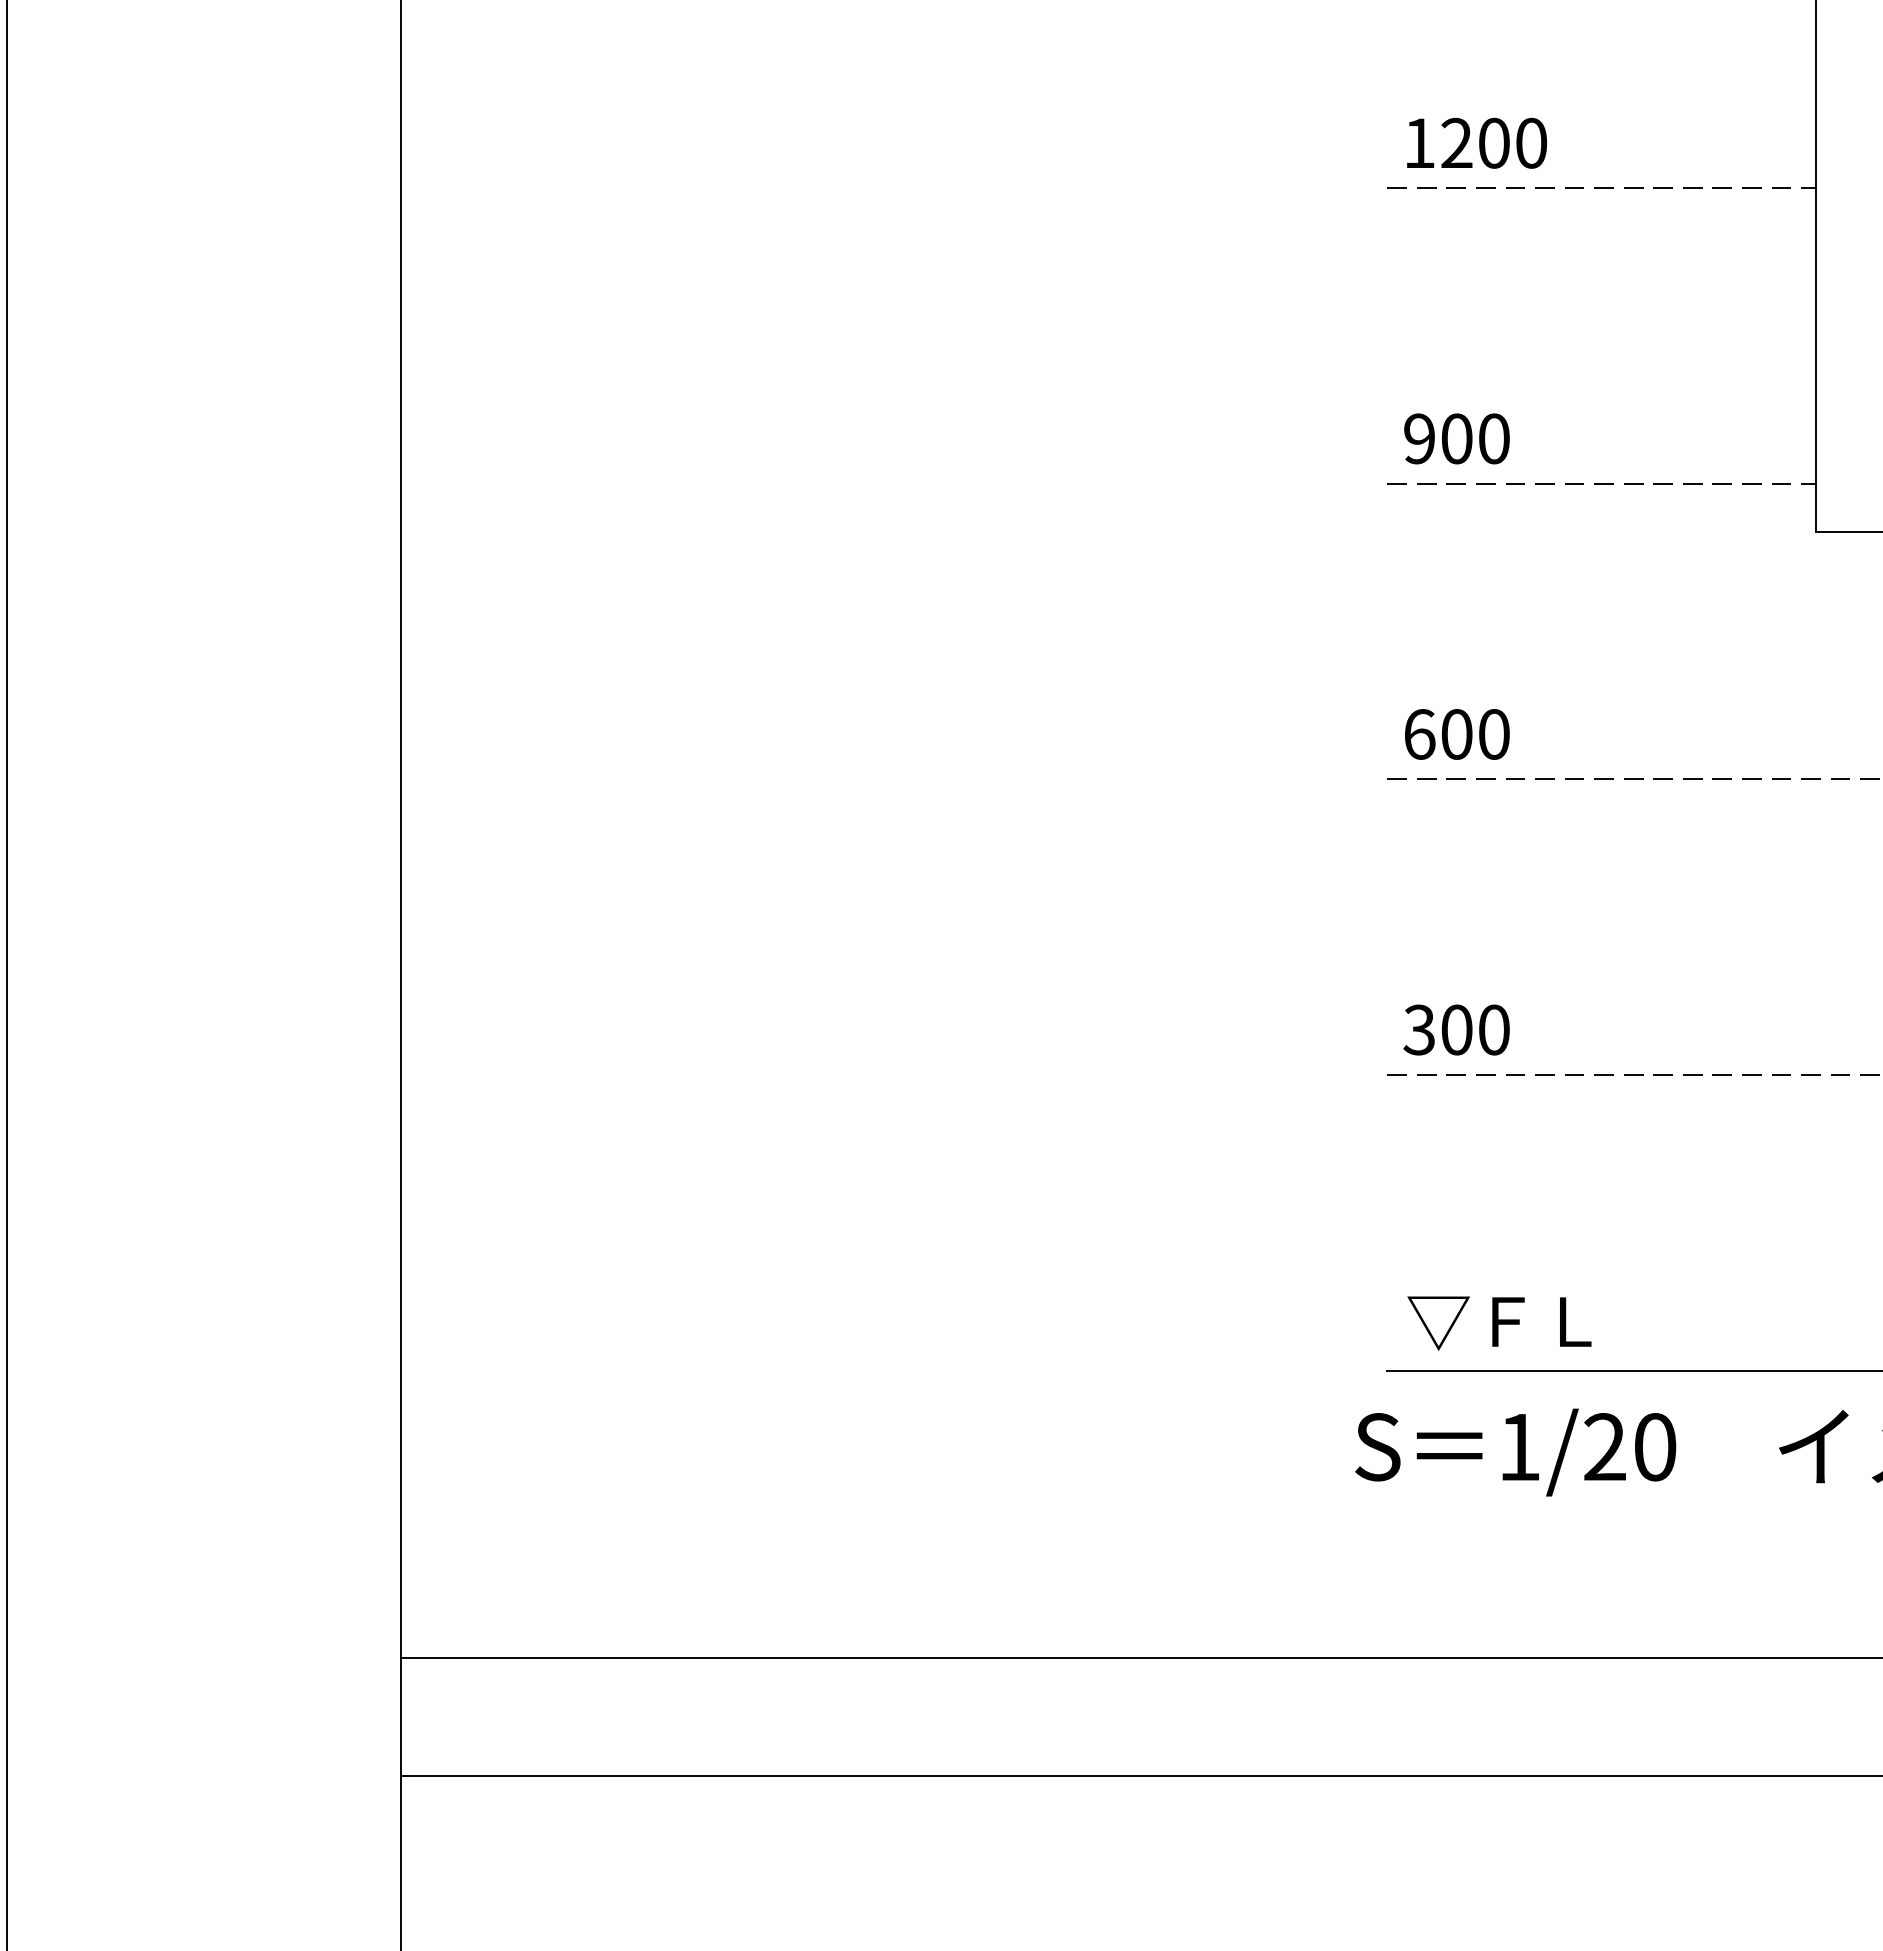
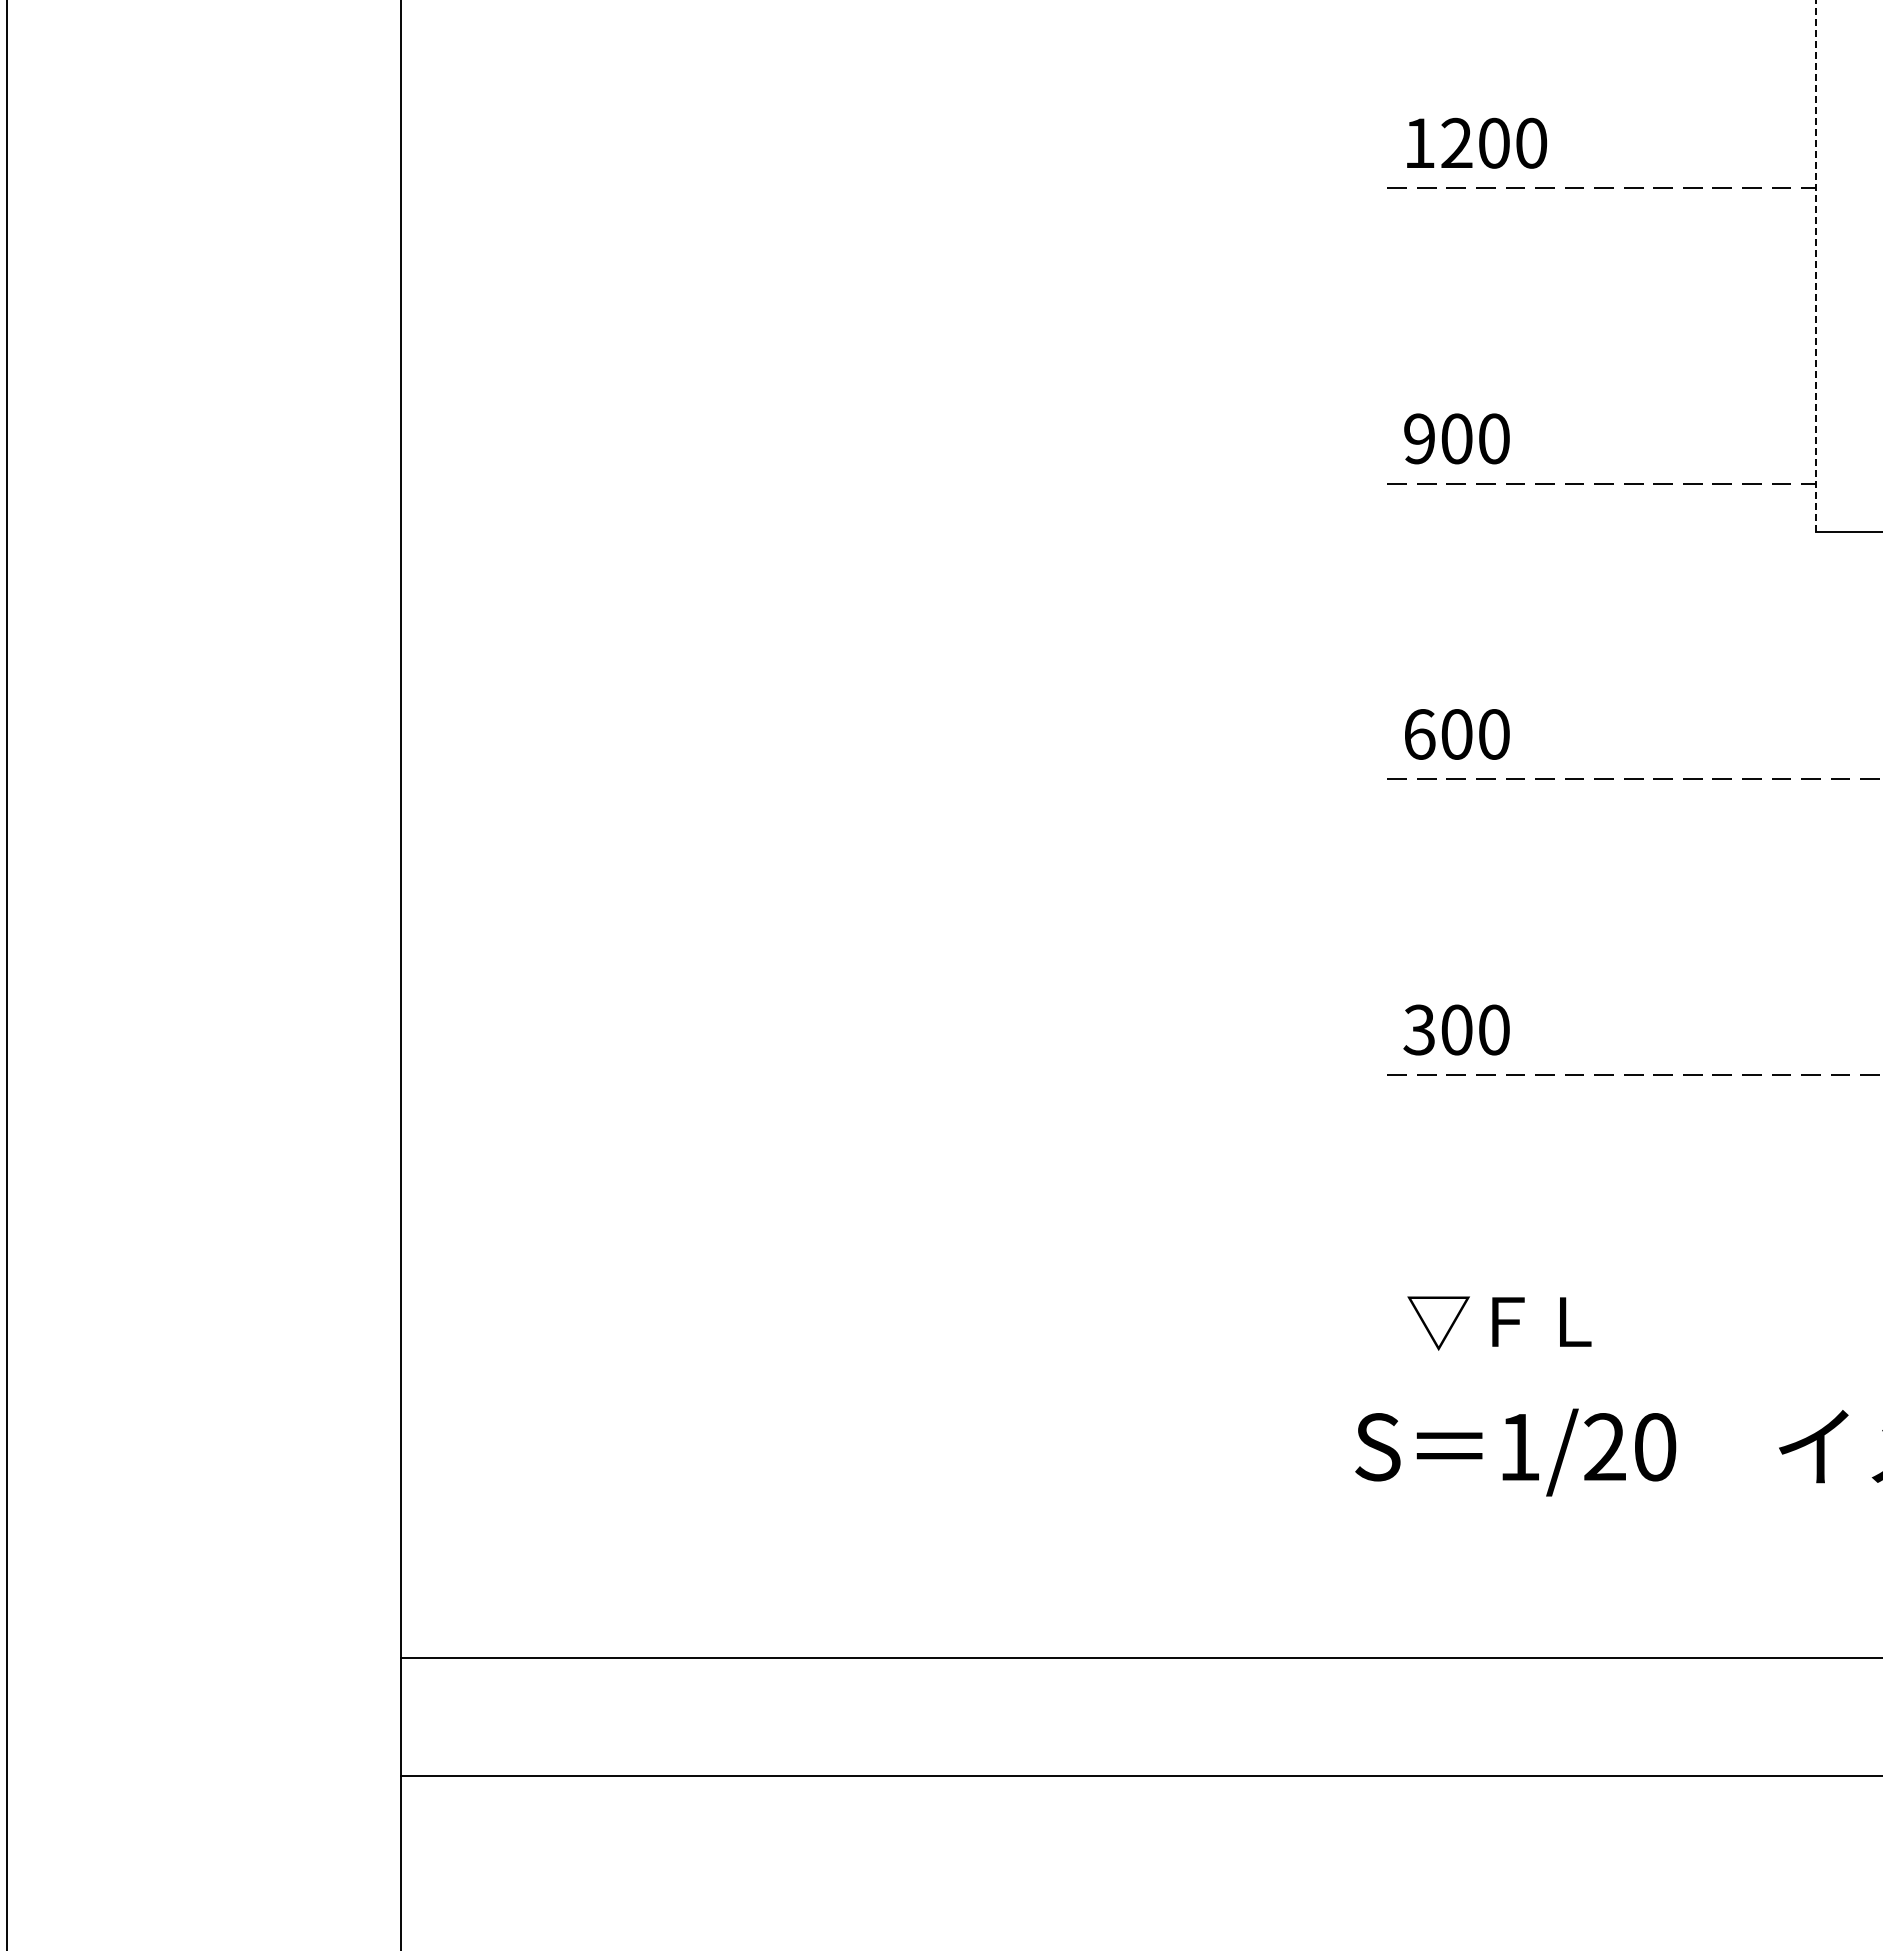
line at (1815, 266): solid -> dashed
line at (1633, 1370): present -> none
